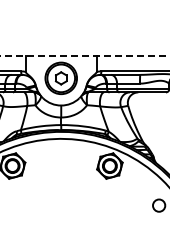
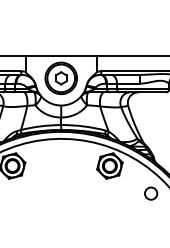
line at (85, 55): dashed -> solid
circle at (159, 205) position: (159, 205) -> (151, 193)
